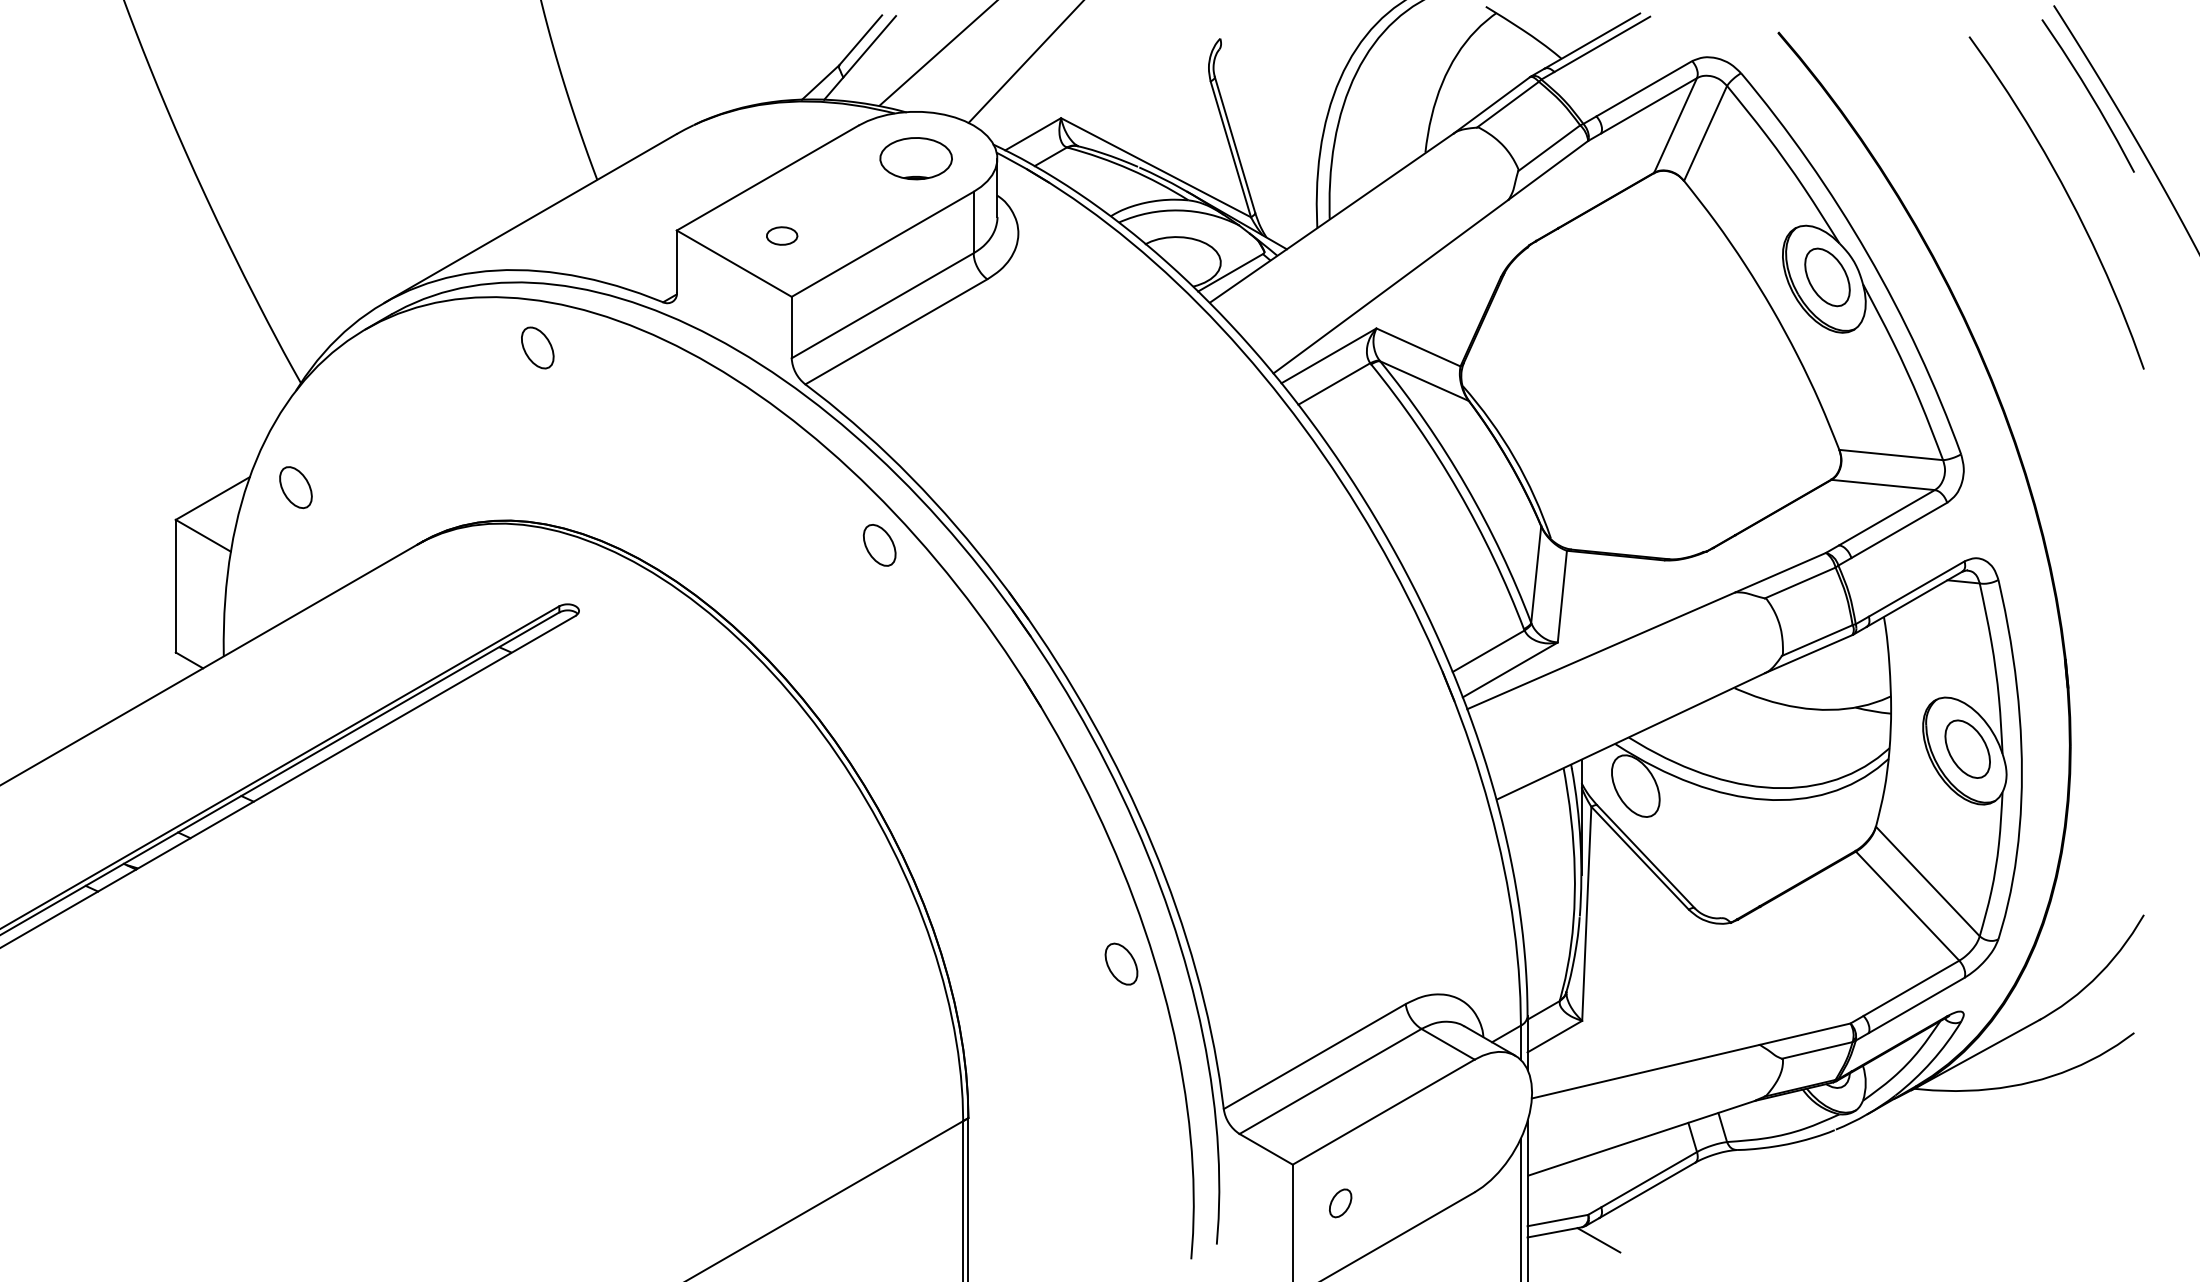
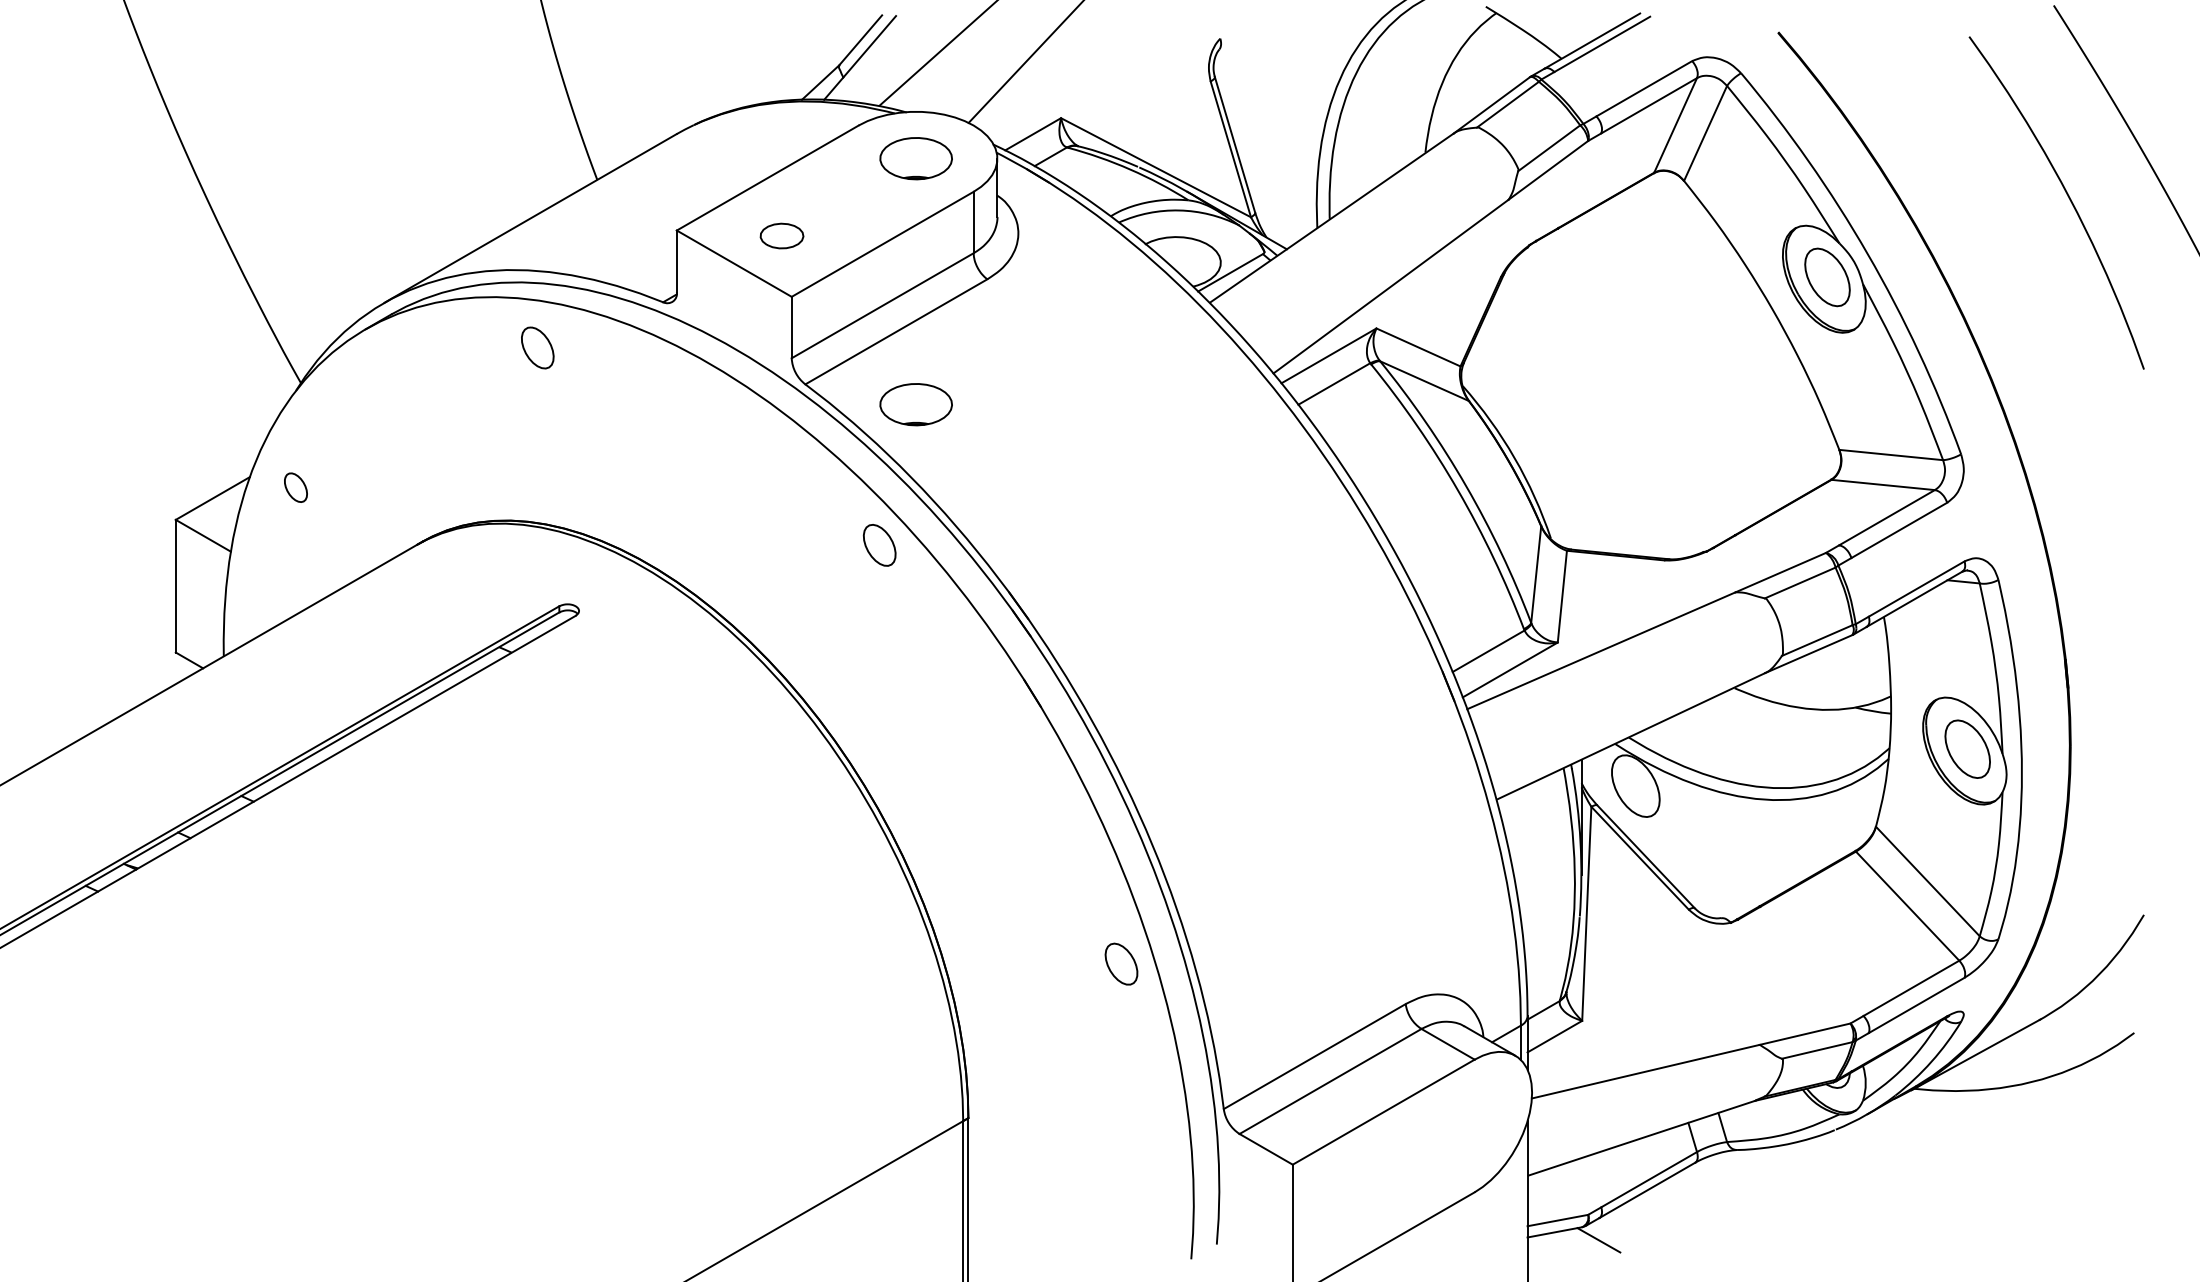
curve at (2088, 93): present -> none
part at (782, 235) size: 33x20 px -> 46x28 px
part at (915, 404): none -> present
part at (295, 487) size: 34x44 px -> 24x31 px
part at (1340, 1203): present -> none
line at (1520, 1208): present -> none
